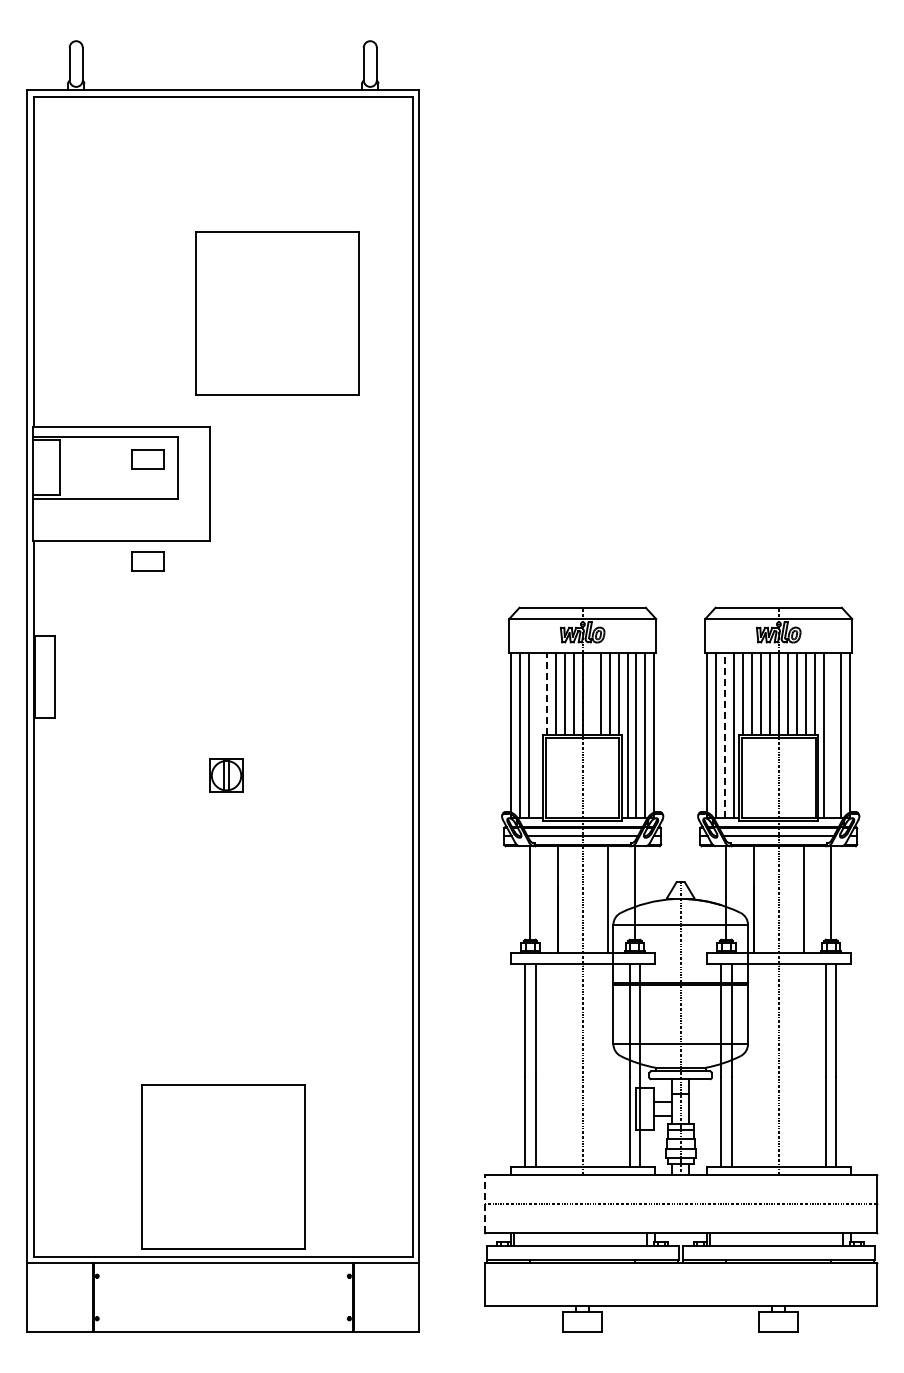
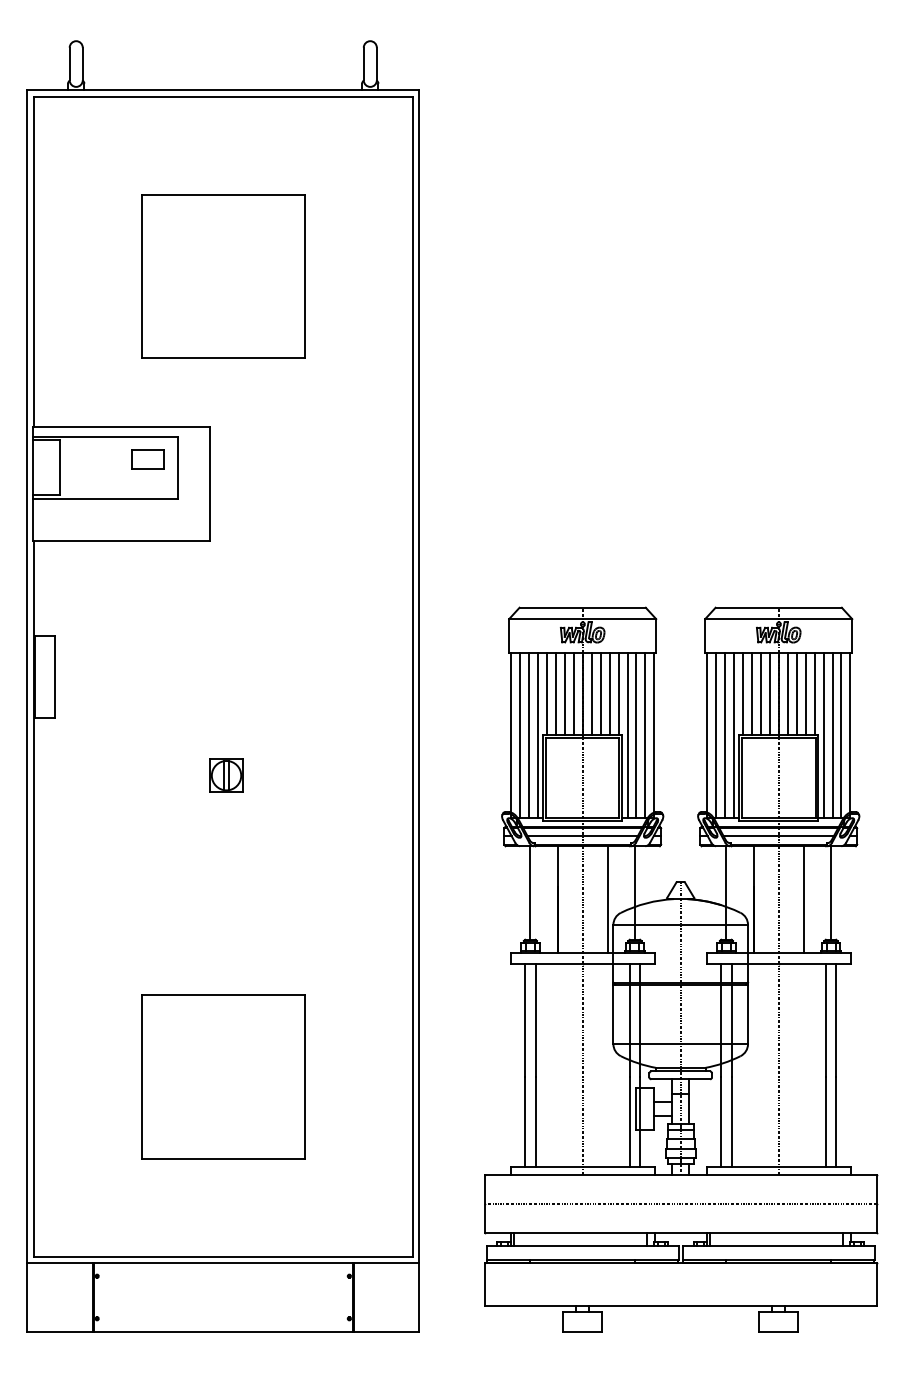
part at (277, 313) position: (277, 313) -> (223, 276)
part at (147, 561): present -> none
line at (591, 693): none -> present
line at (546, 694): dashed -> solid
line at (537, 735): none -> present
line at (724, 735): dashed -> solid
line at (832, 735): none -> present
part at (223, 1166) position: (223, 1166) -> (223, 1076)
line at (484, 1203): dashed -> solid
